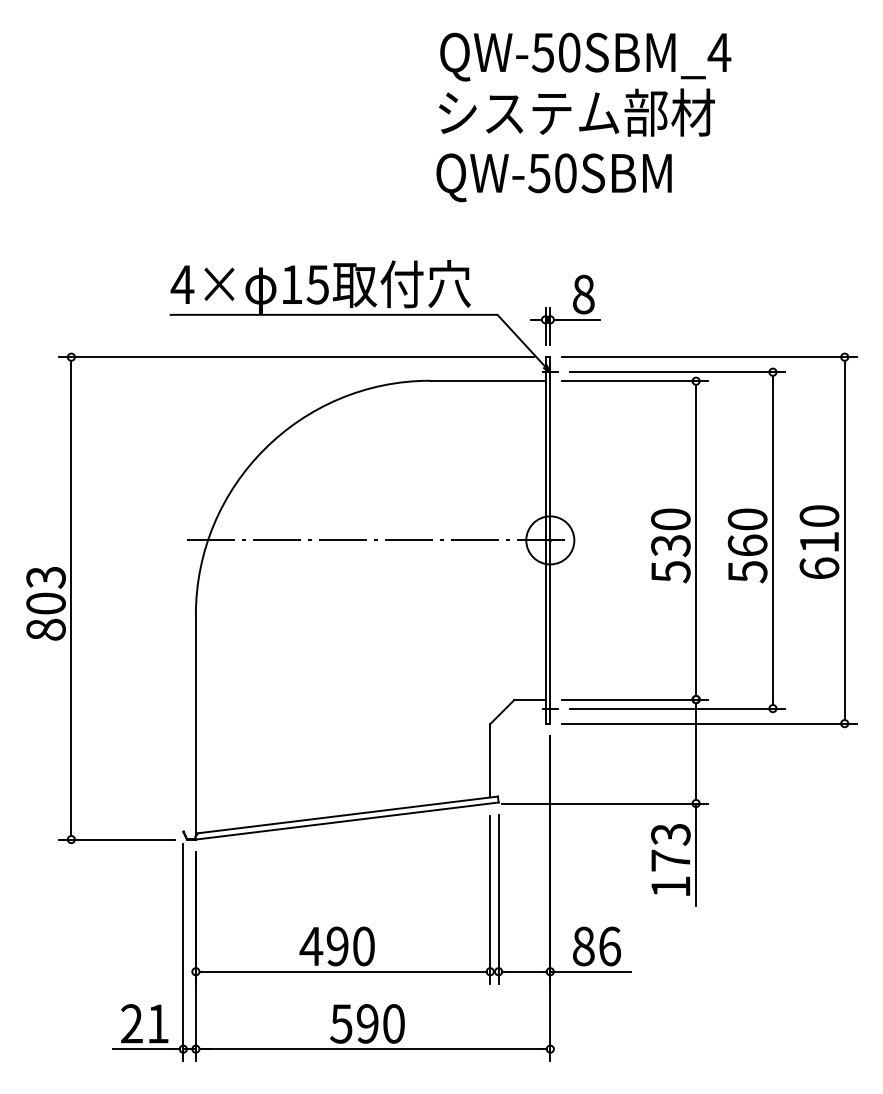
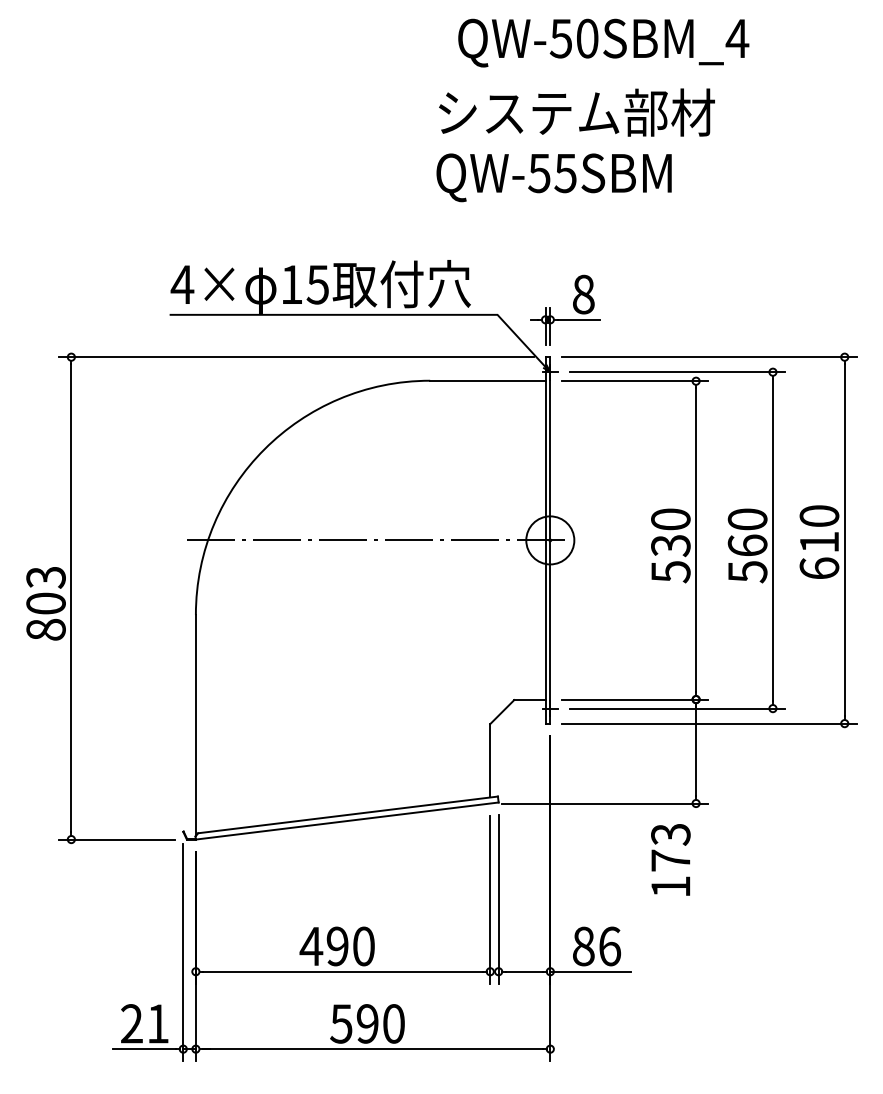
text at (585, 56) position: (585, 56) -> (603, 42)
text at (565, 173): QW-50SBM -> QW-55SBM
line at (696, 854): present -> none
